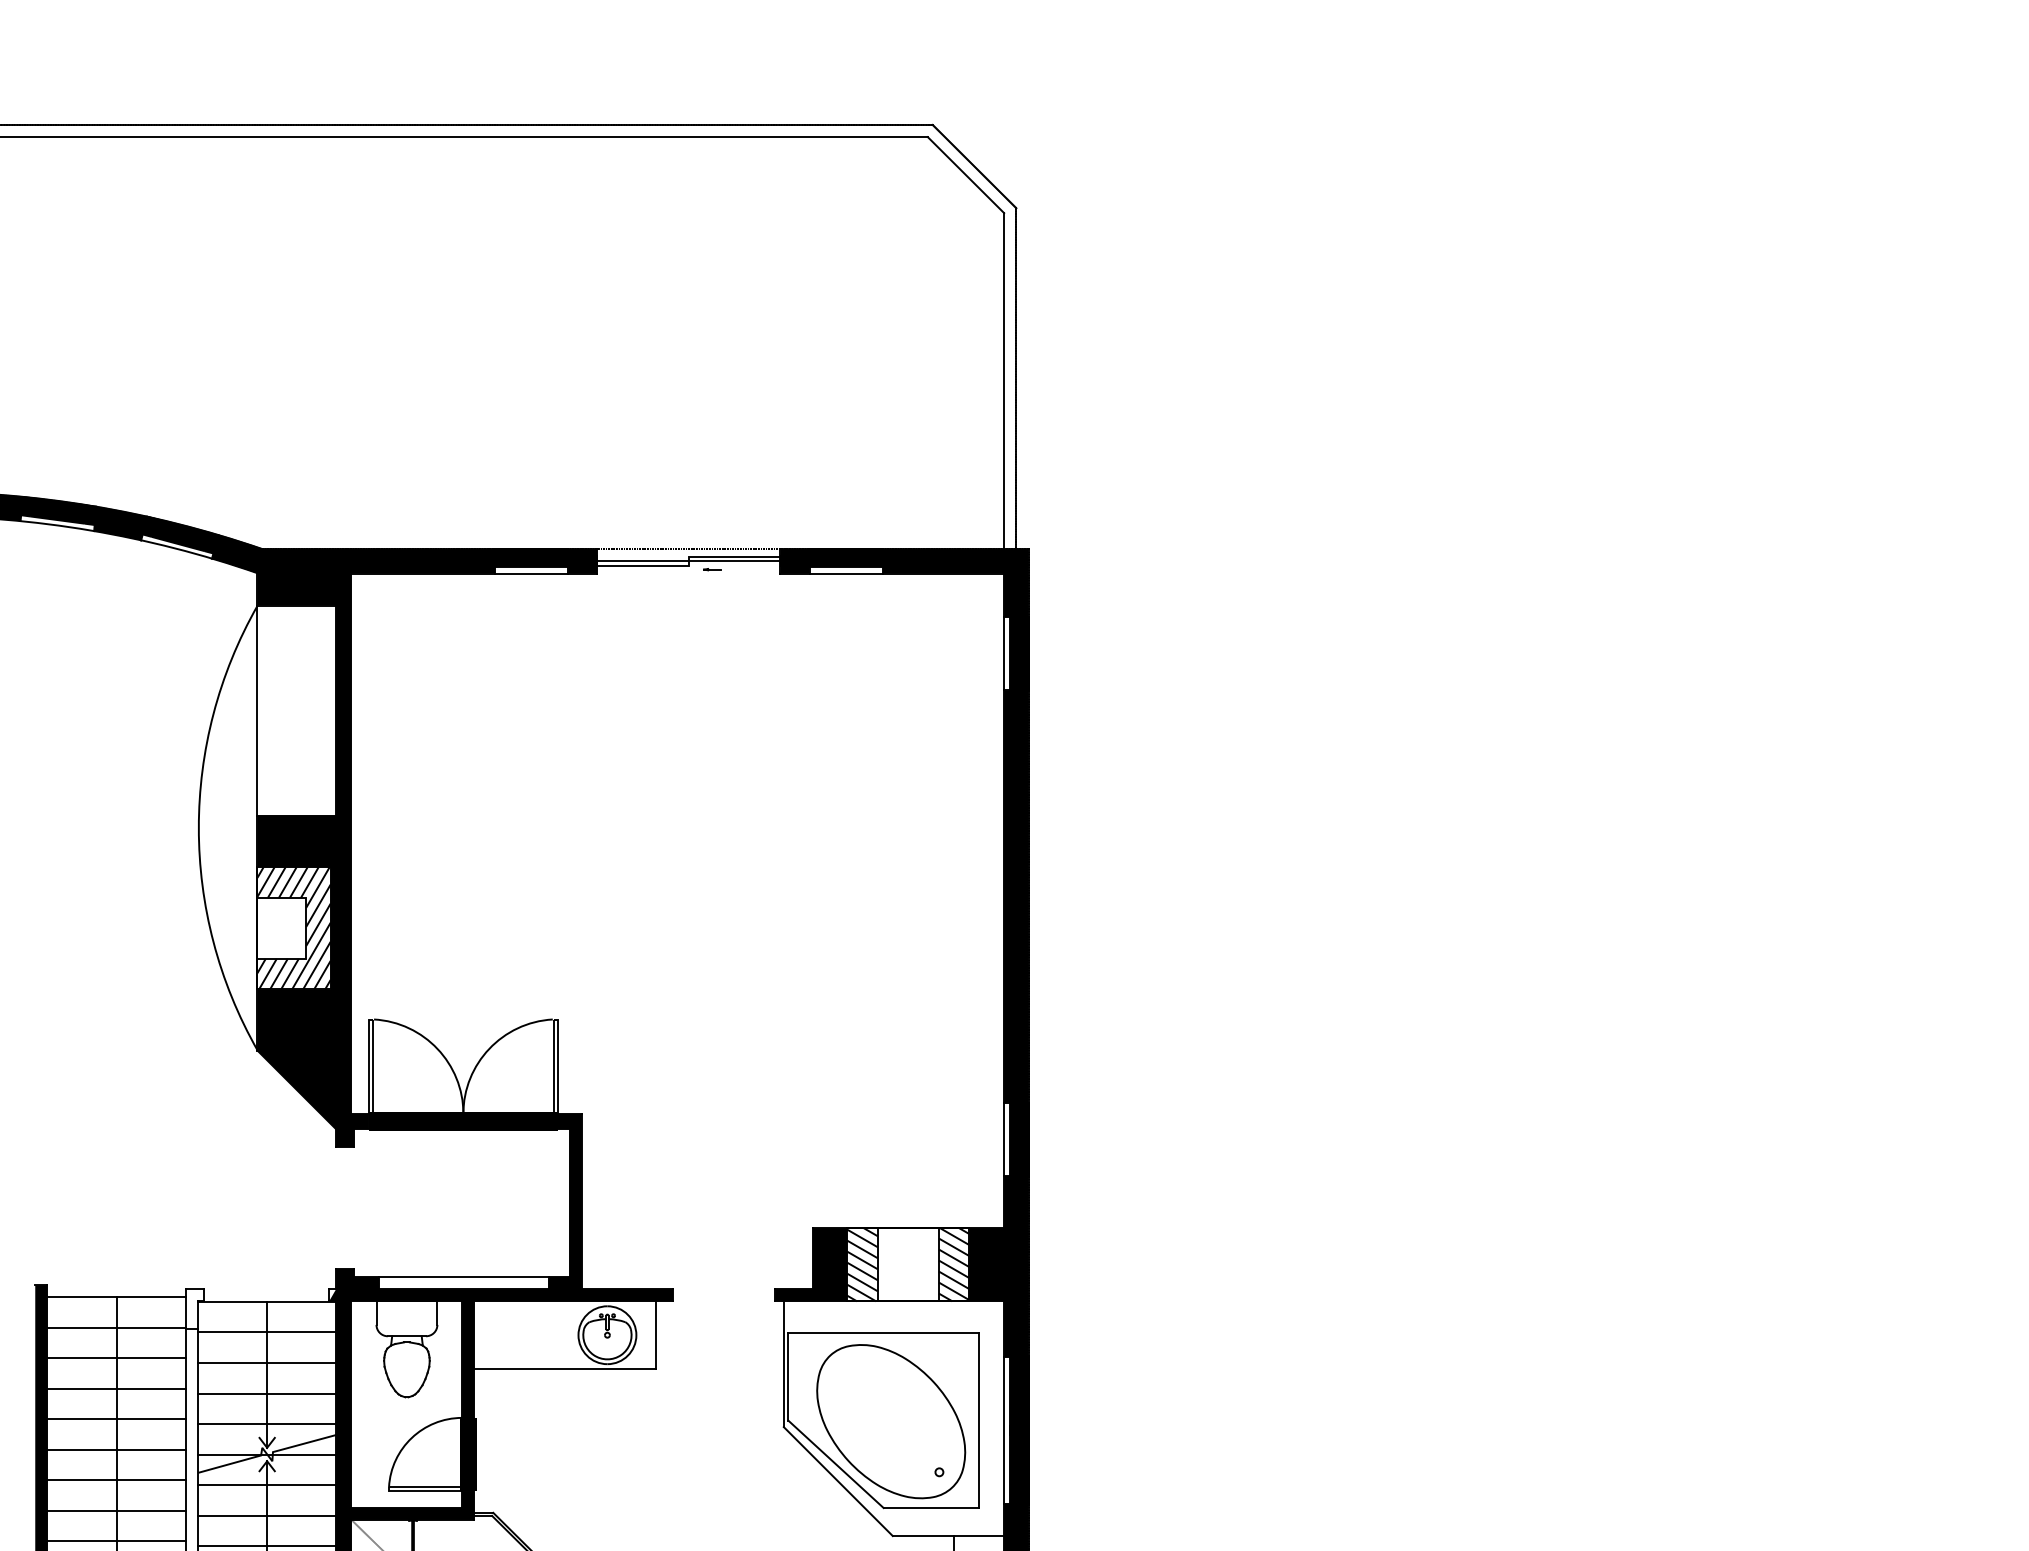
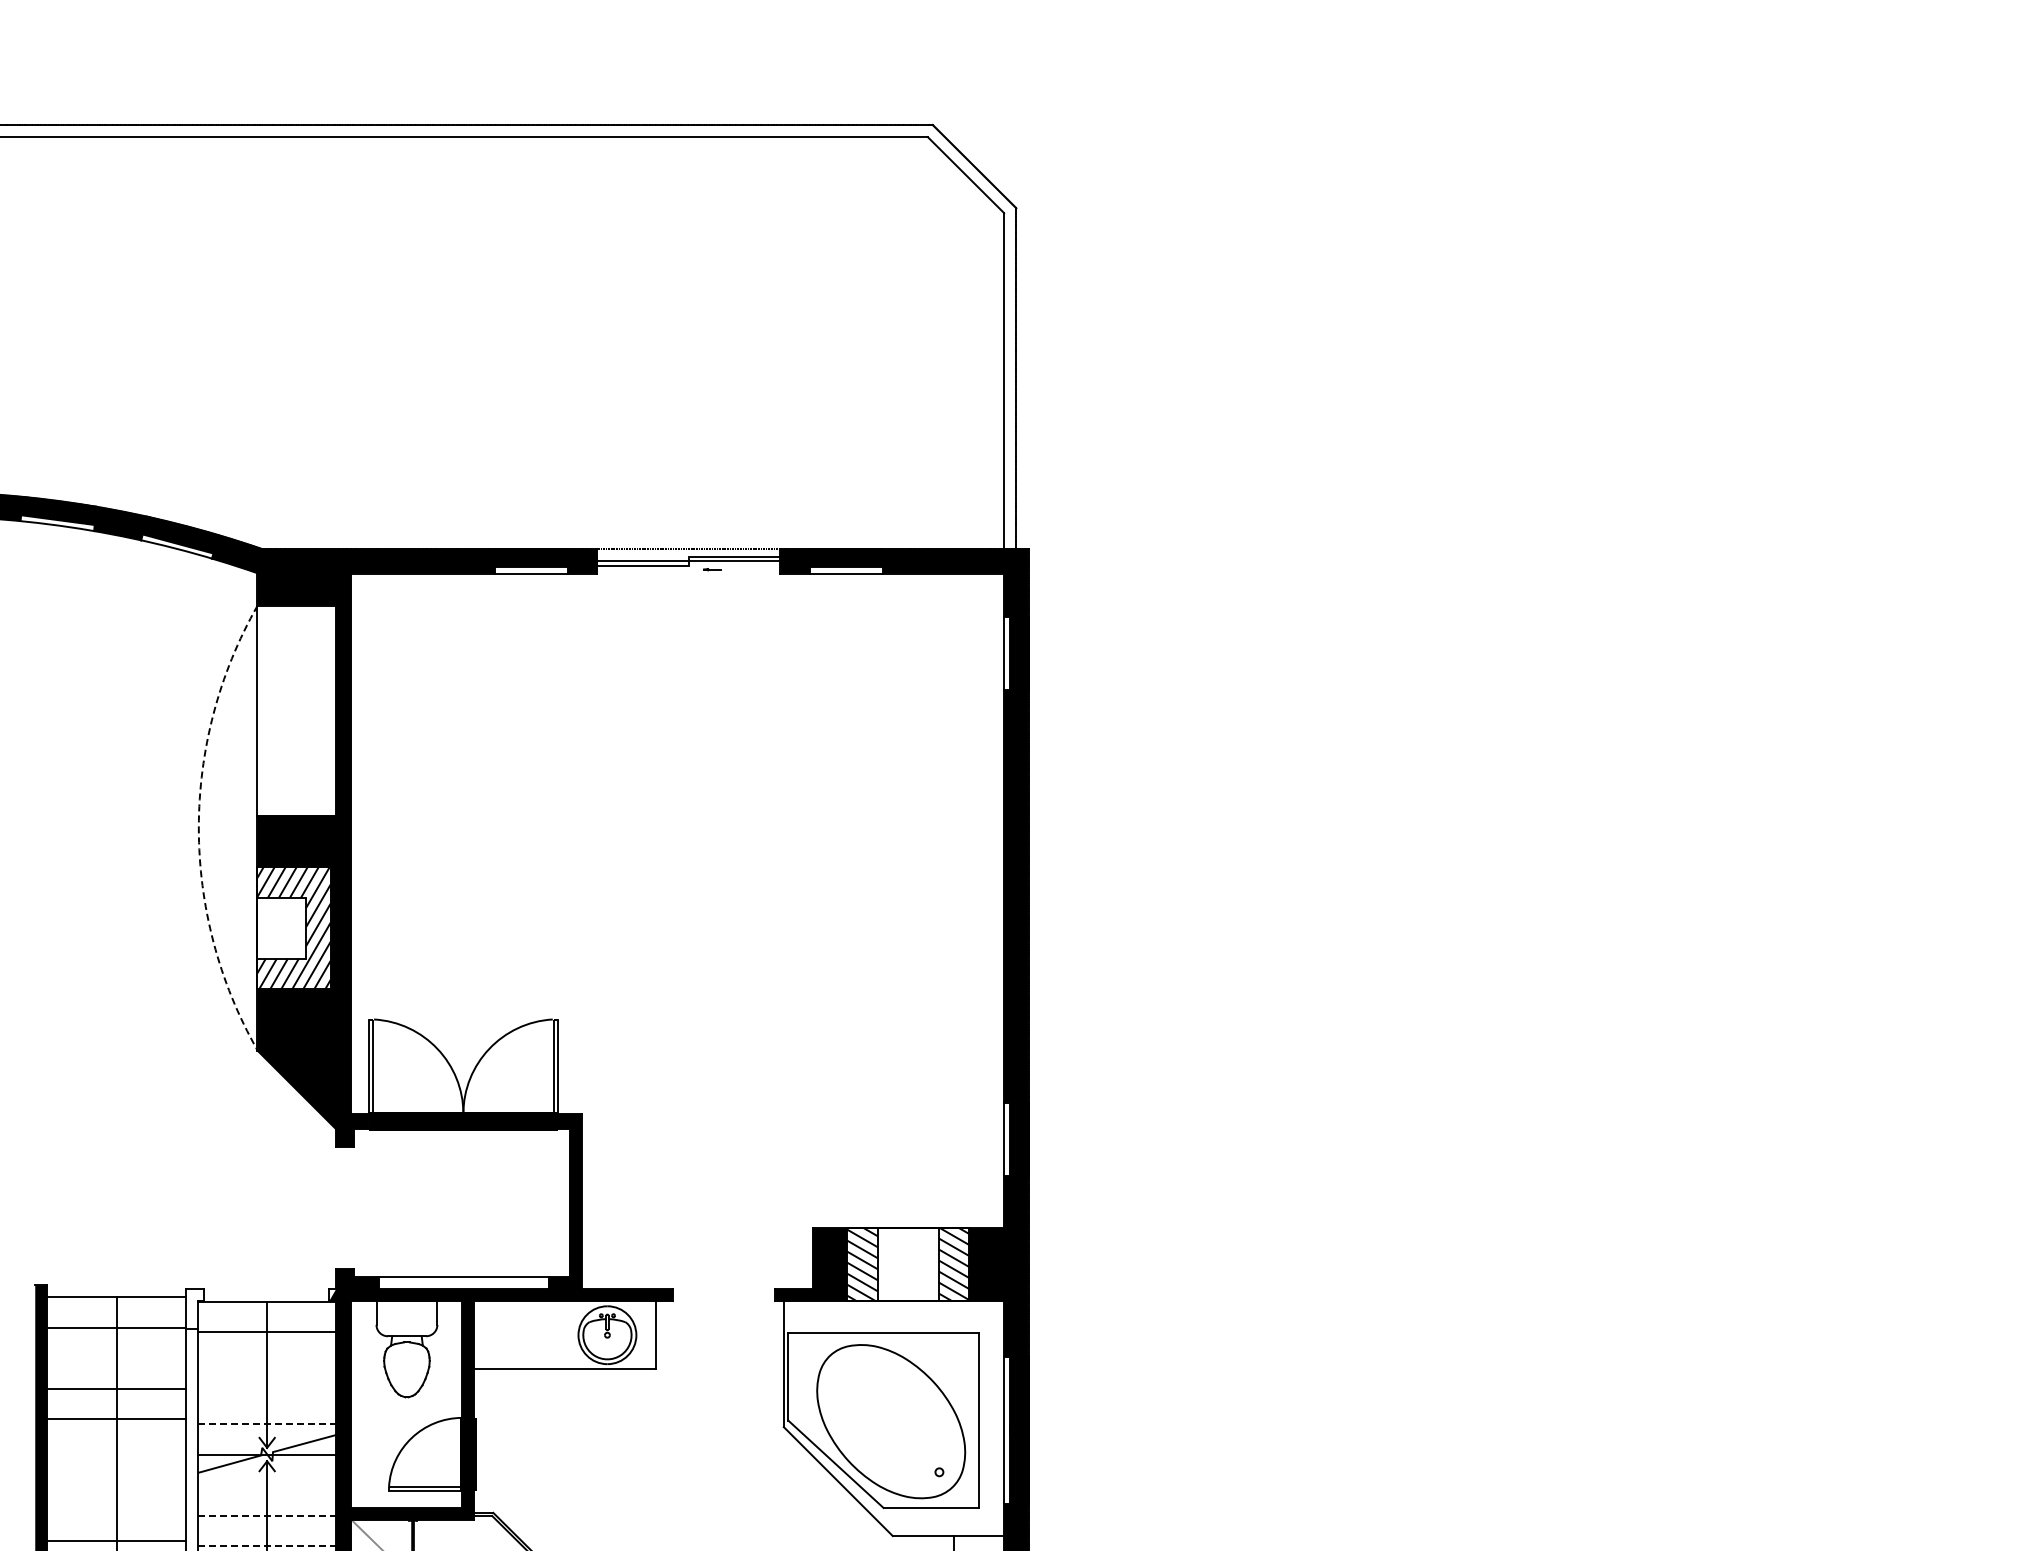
arc at (198, 828): solid -> dashed
line at (116, 1358): present -> none
line at (267, 1363): present -> none
line at (267, 1393): present -> none
line at (267, 1424): solid -> dashed
line at (116, 1449): present -> none
line at (116, 1480): present -> none
line at (267, 1485): present -> none
line at (116, 1510): present -> none
line at (267, 1515): solid -> dashed
line at (267, 1546): solid -> dashed
